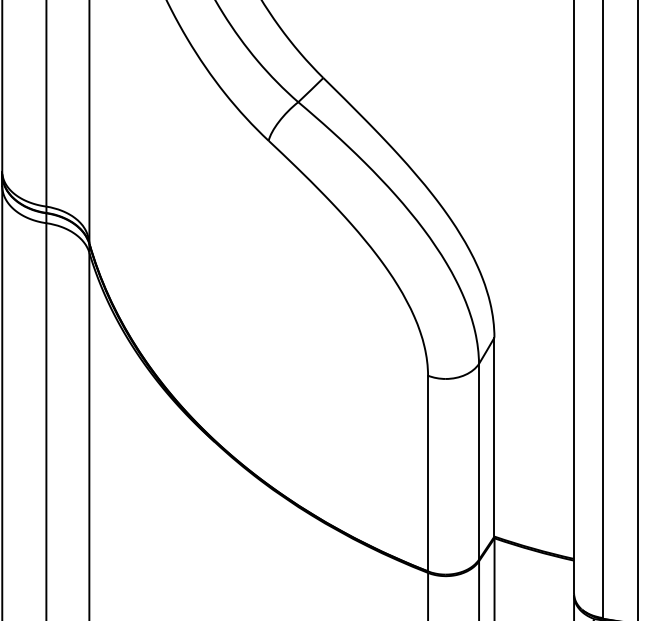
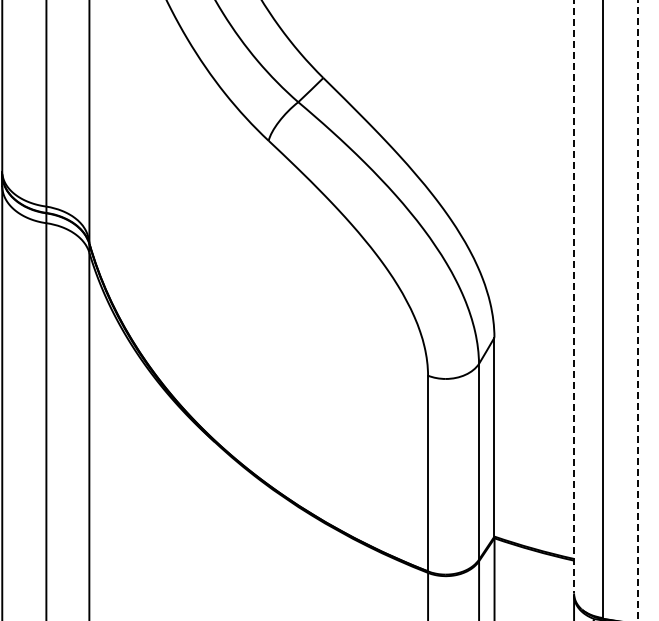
line at (574, 297): solid -> dashed
line at (638, 311): solid -> dashed
